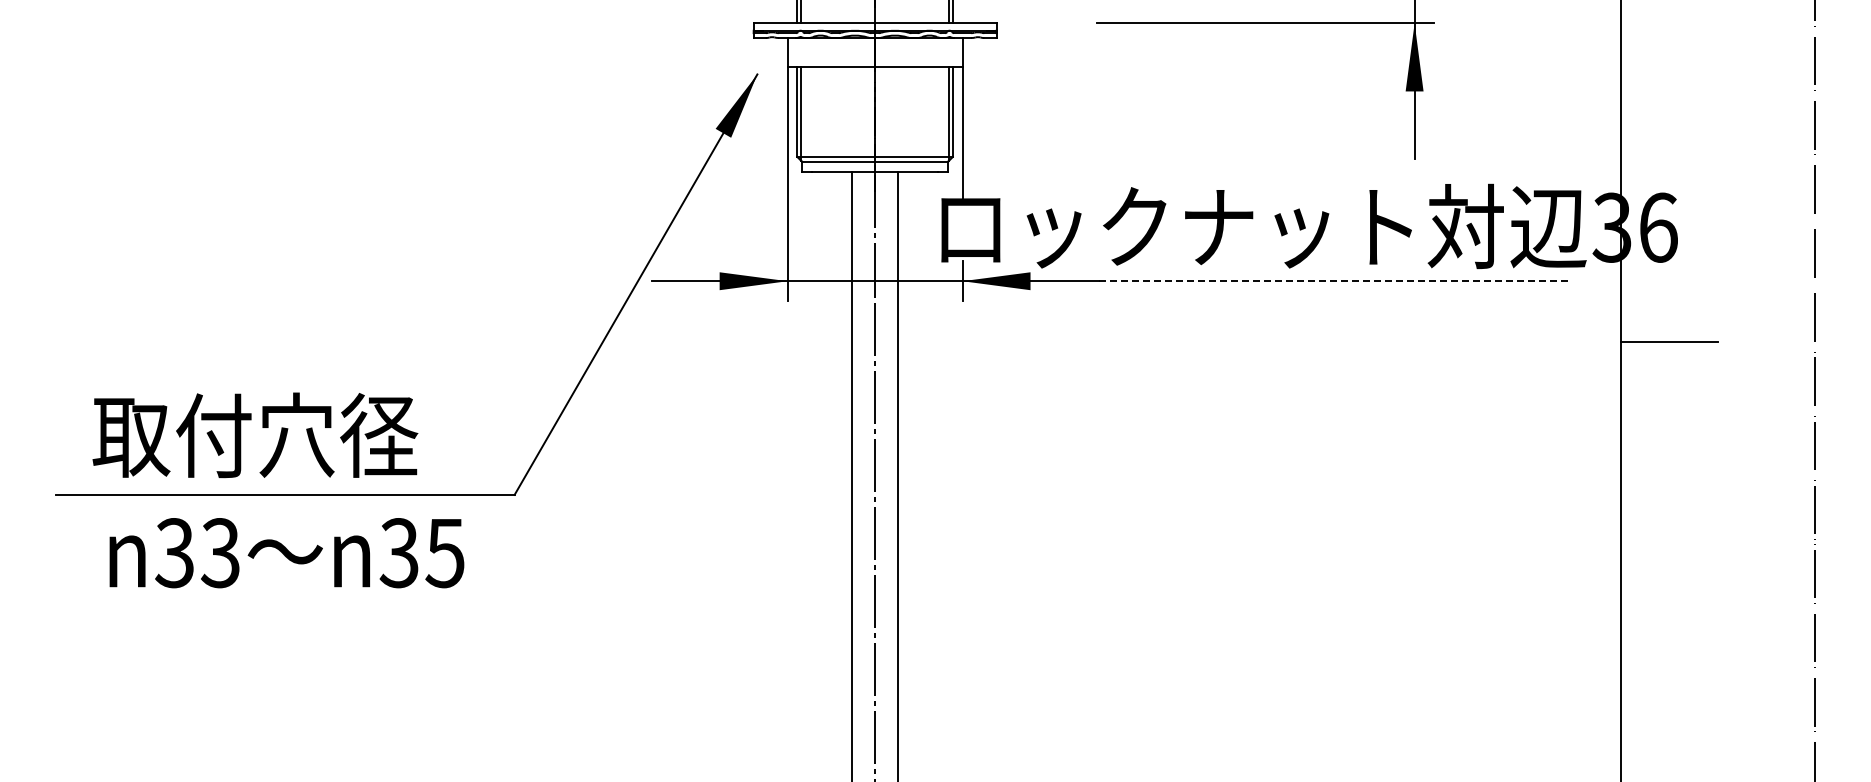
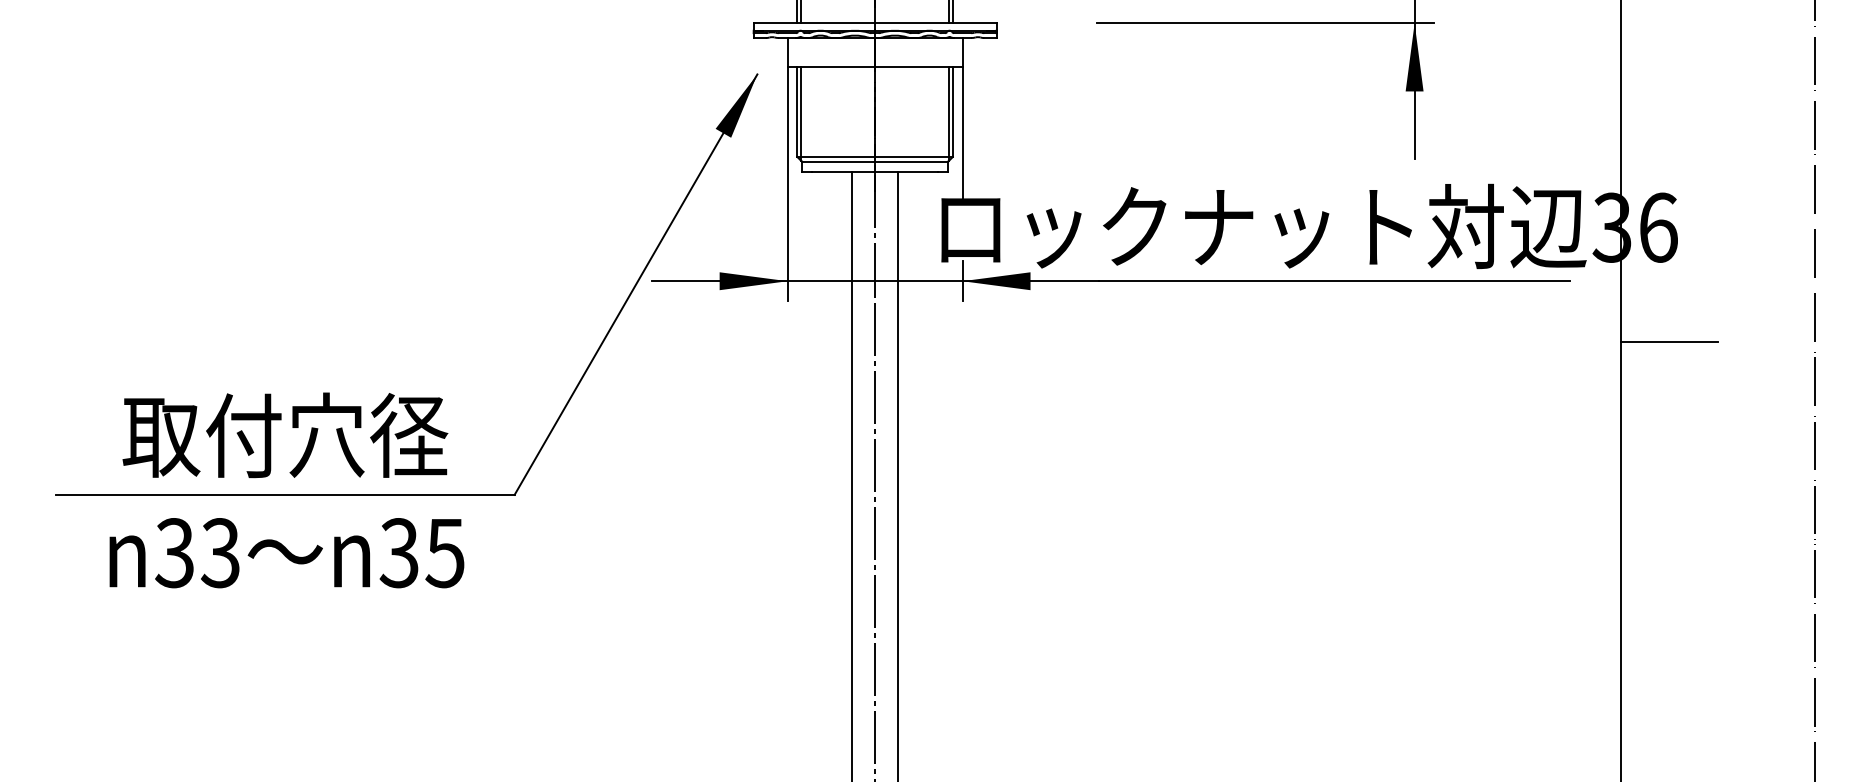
line at (1334, 281): dashed -> solid
text at (255, 435) position: (255, 435) -> (285, 435)
